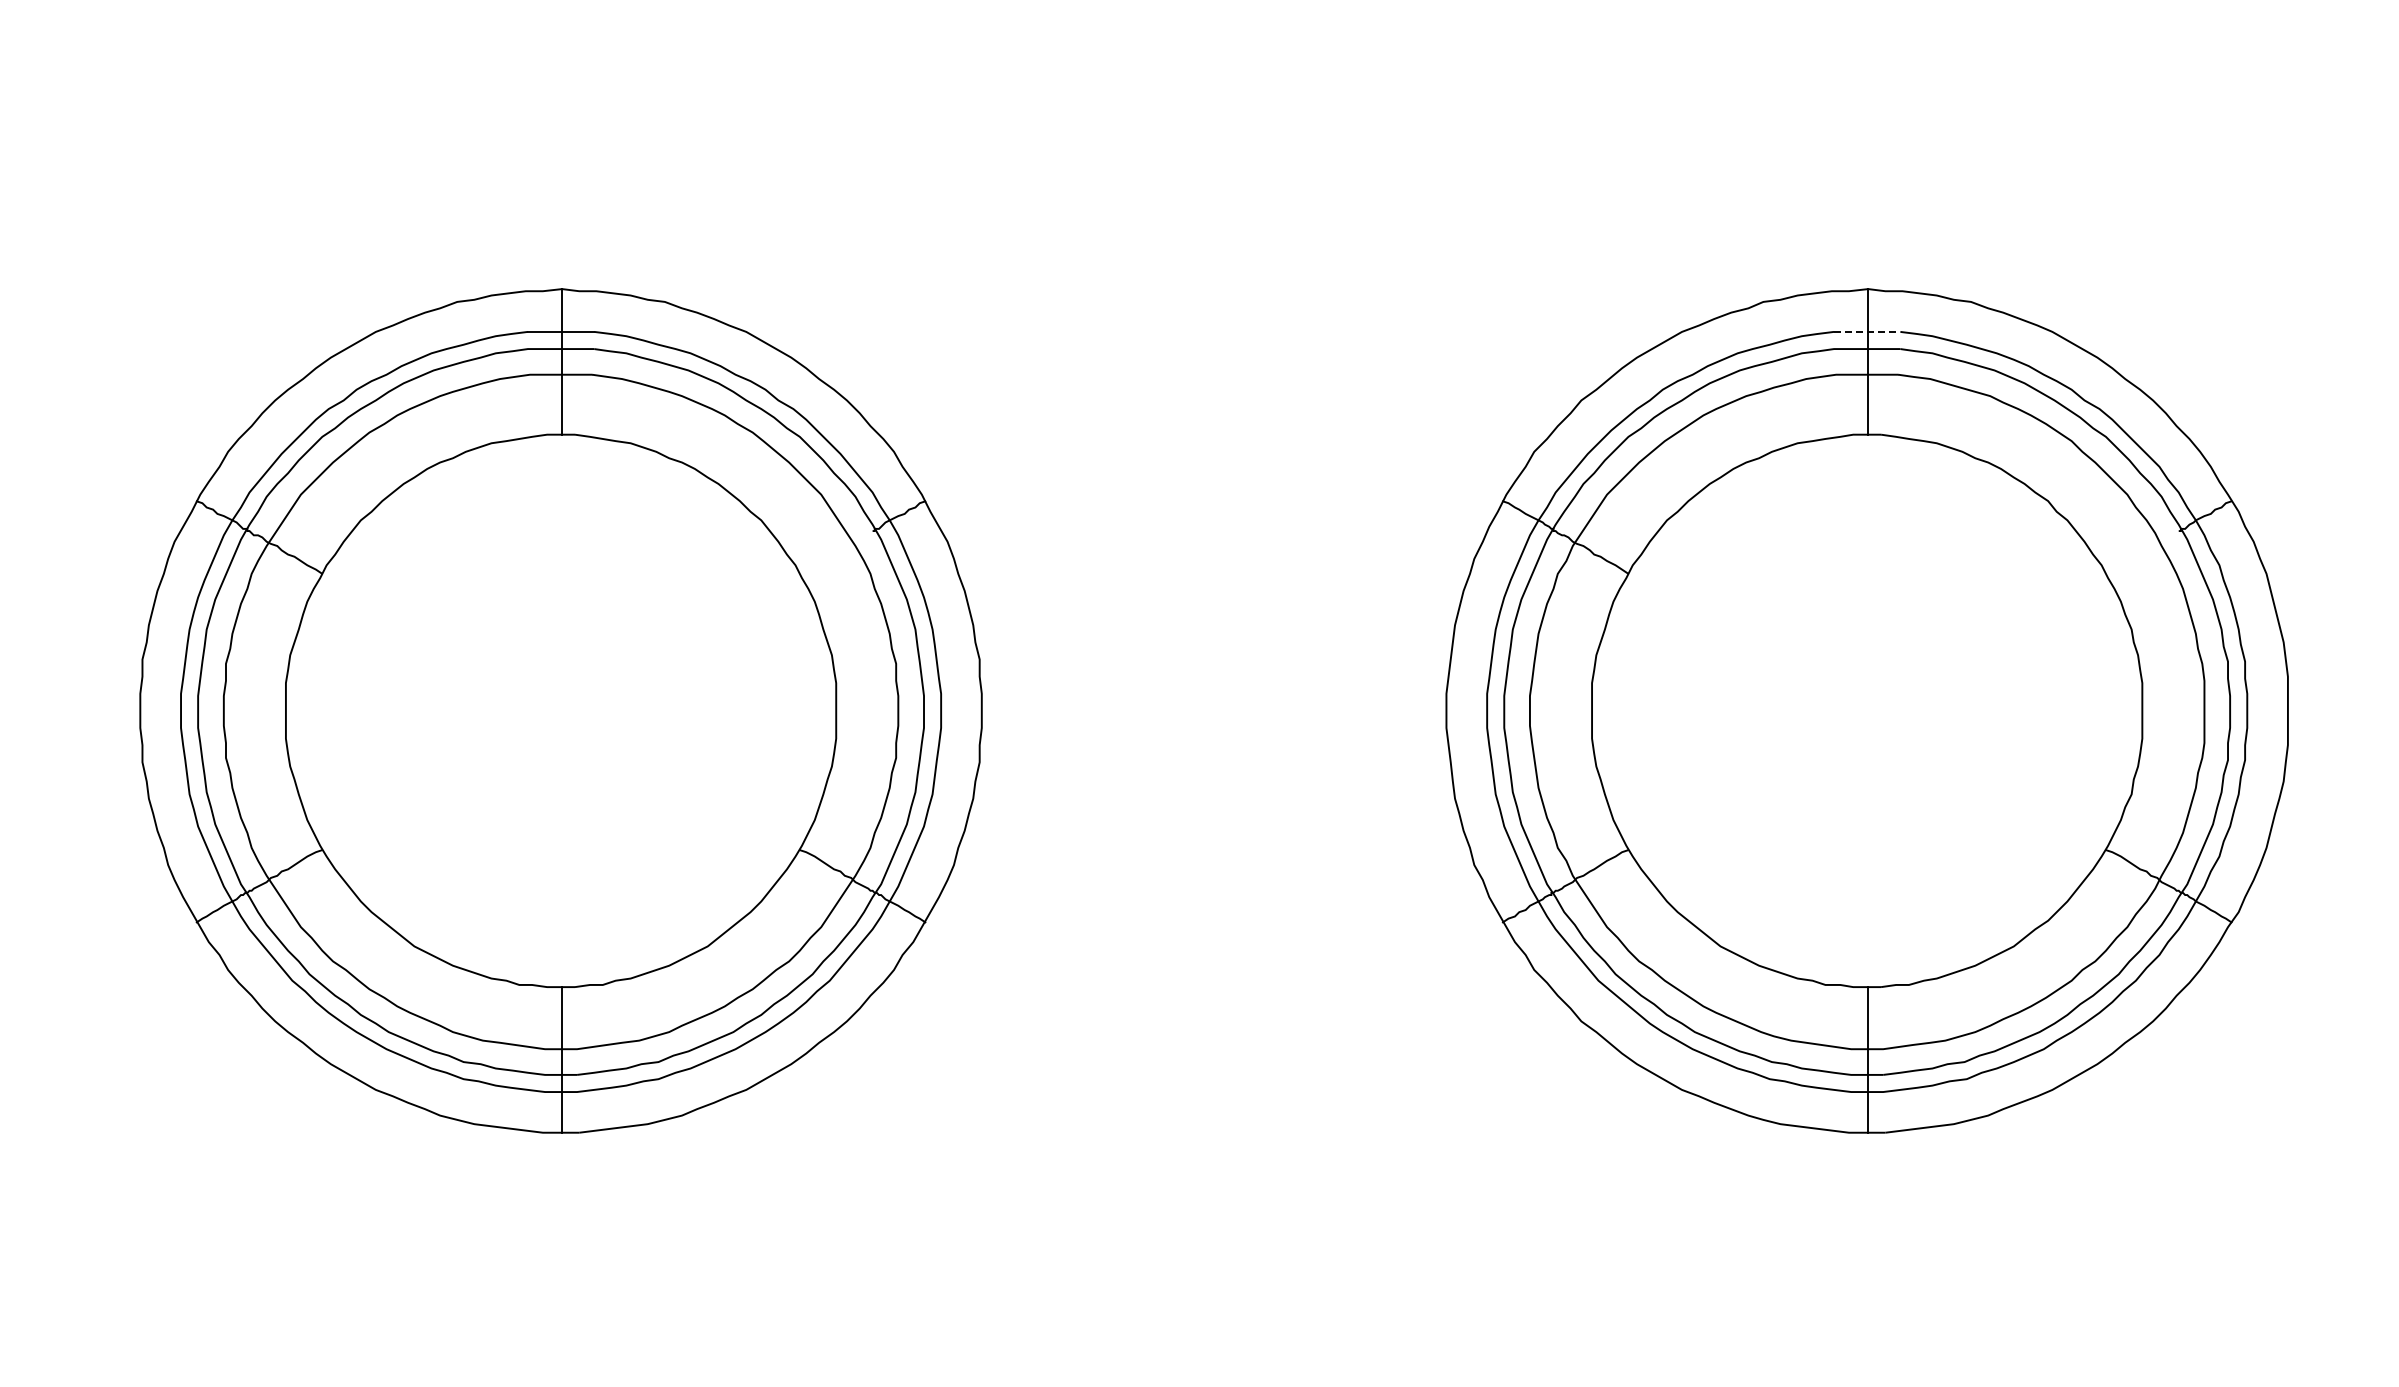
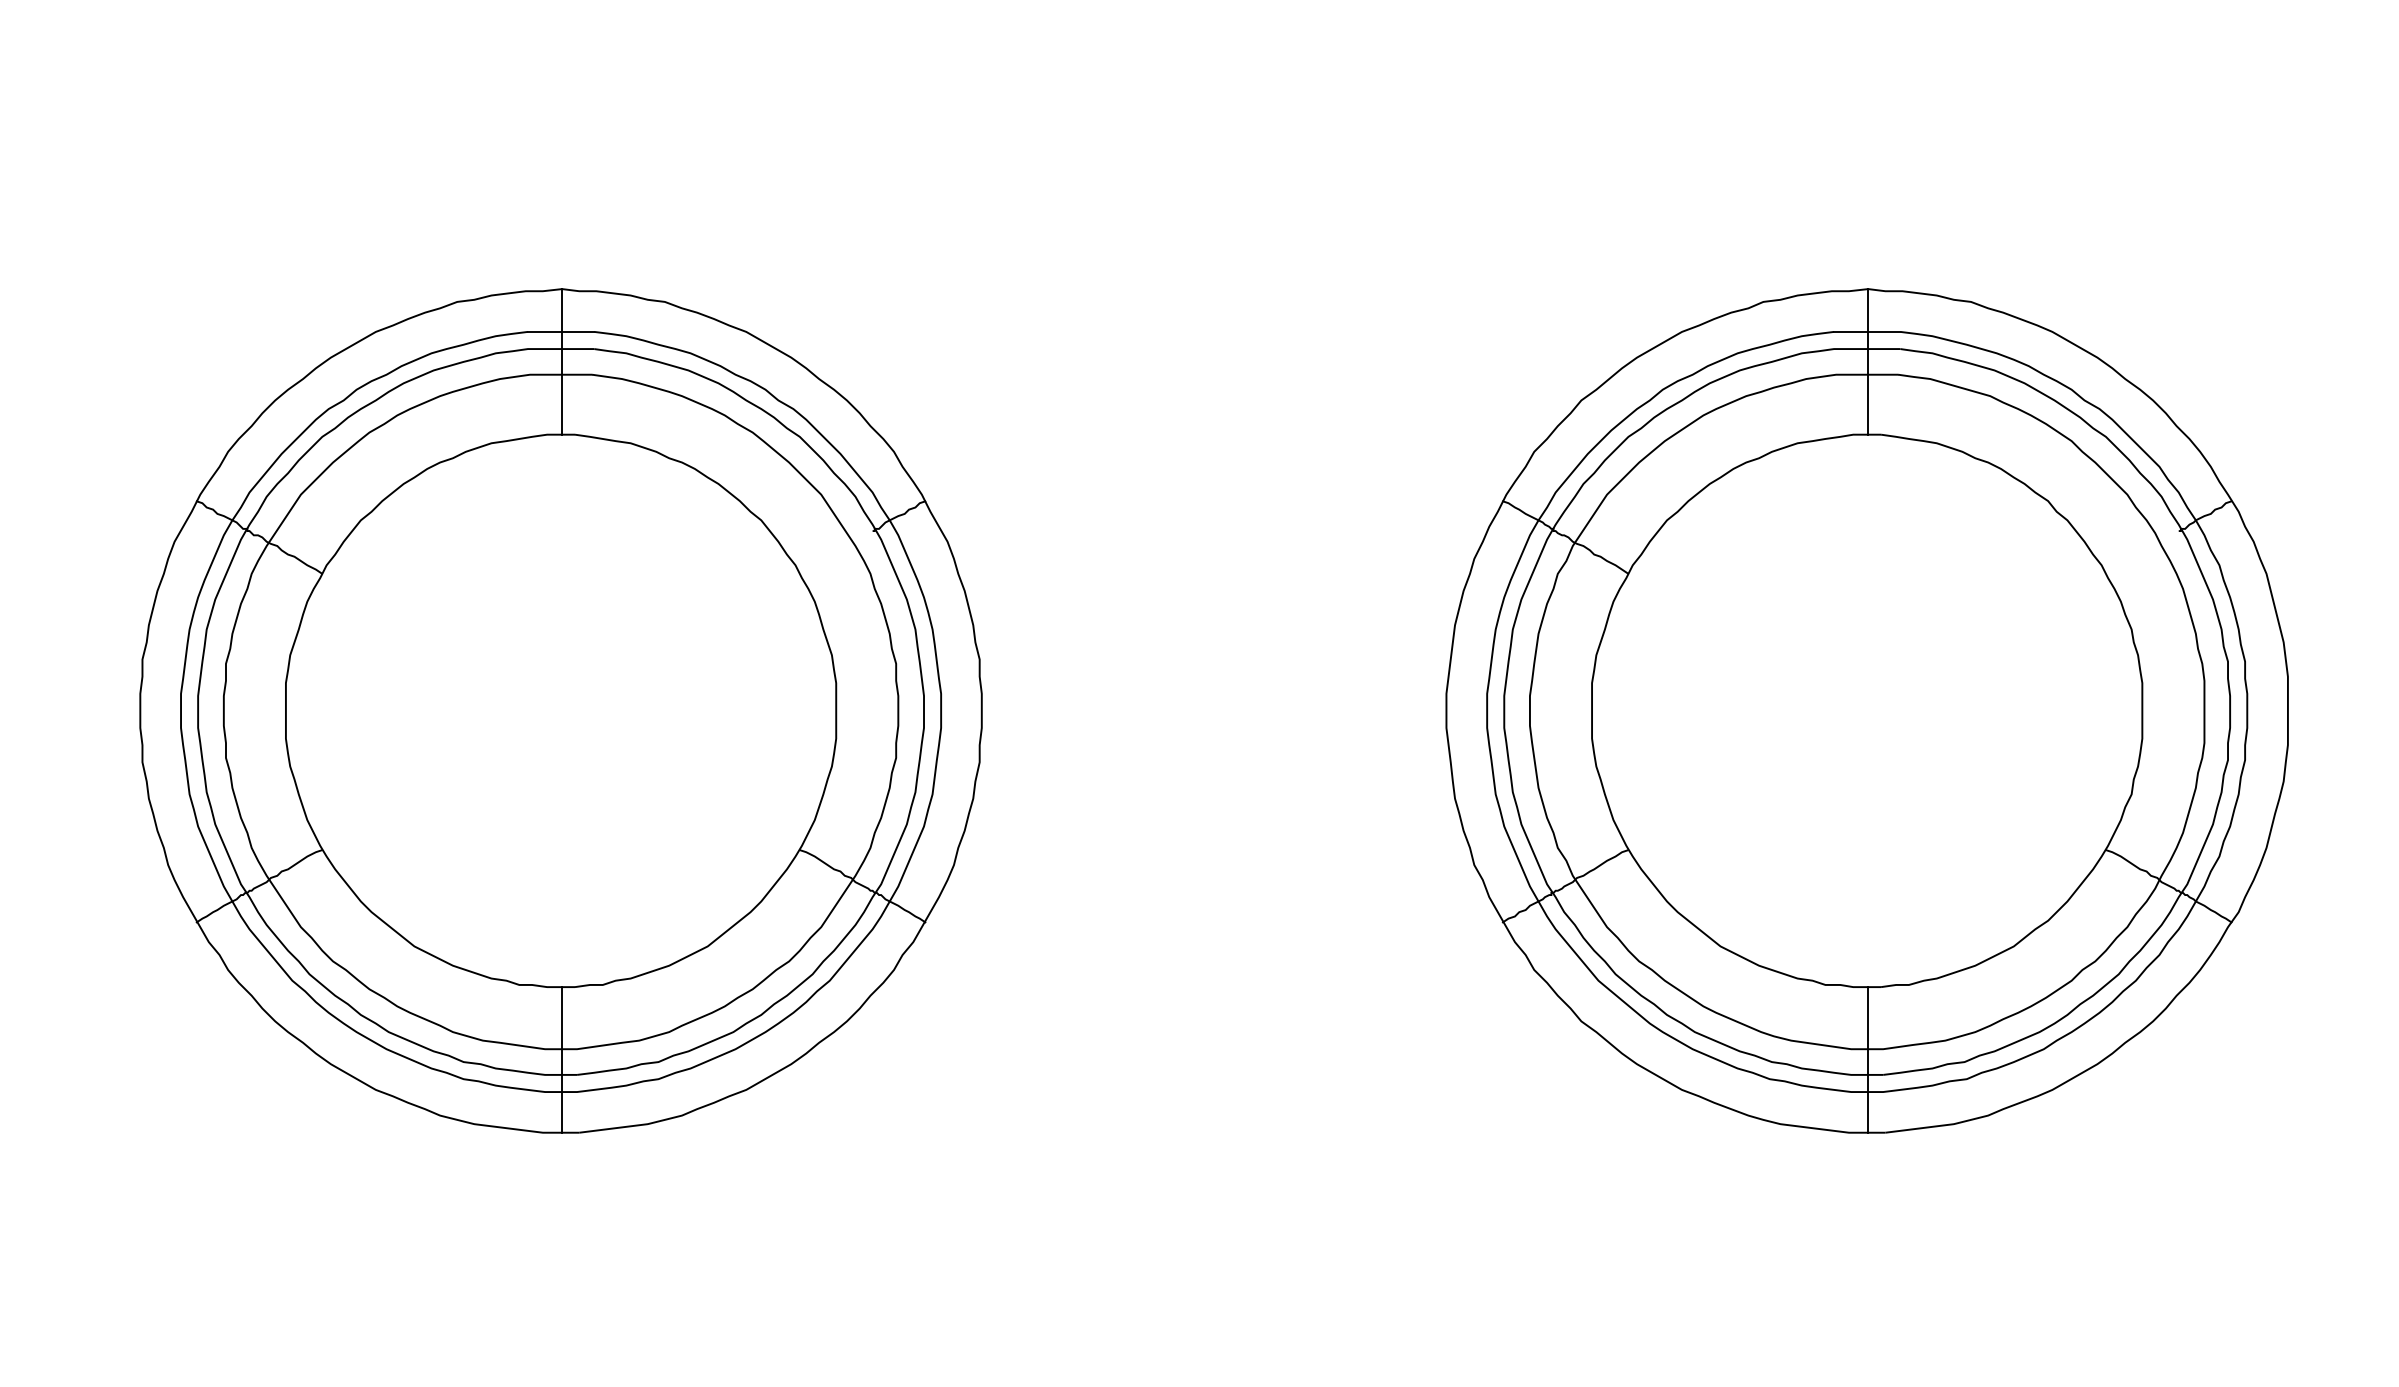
line at (1867, 331): dashed -> solid
